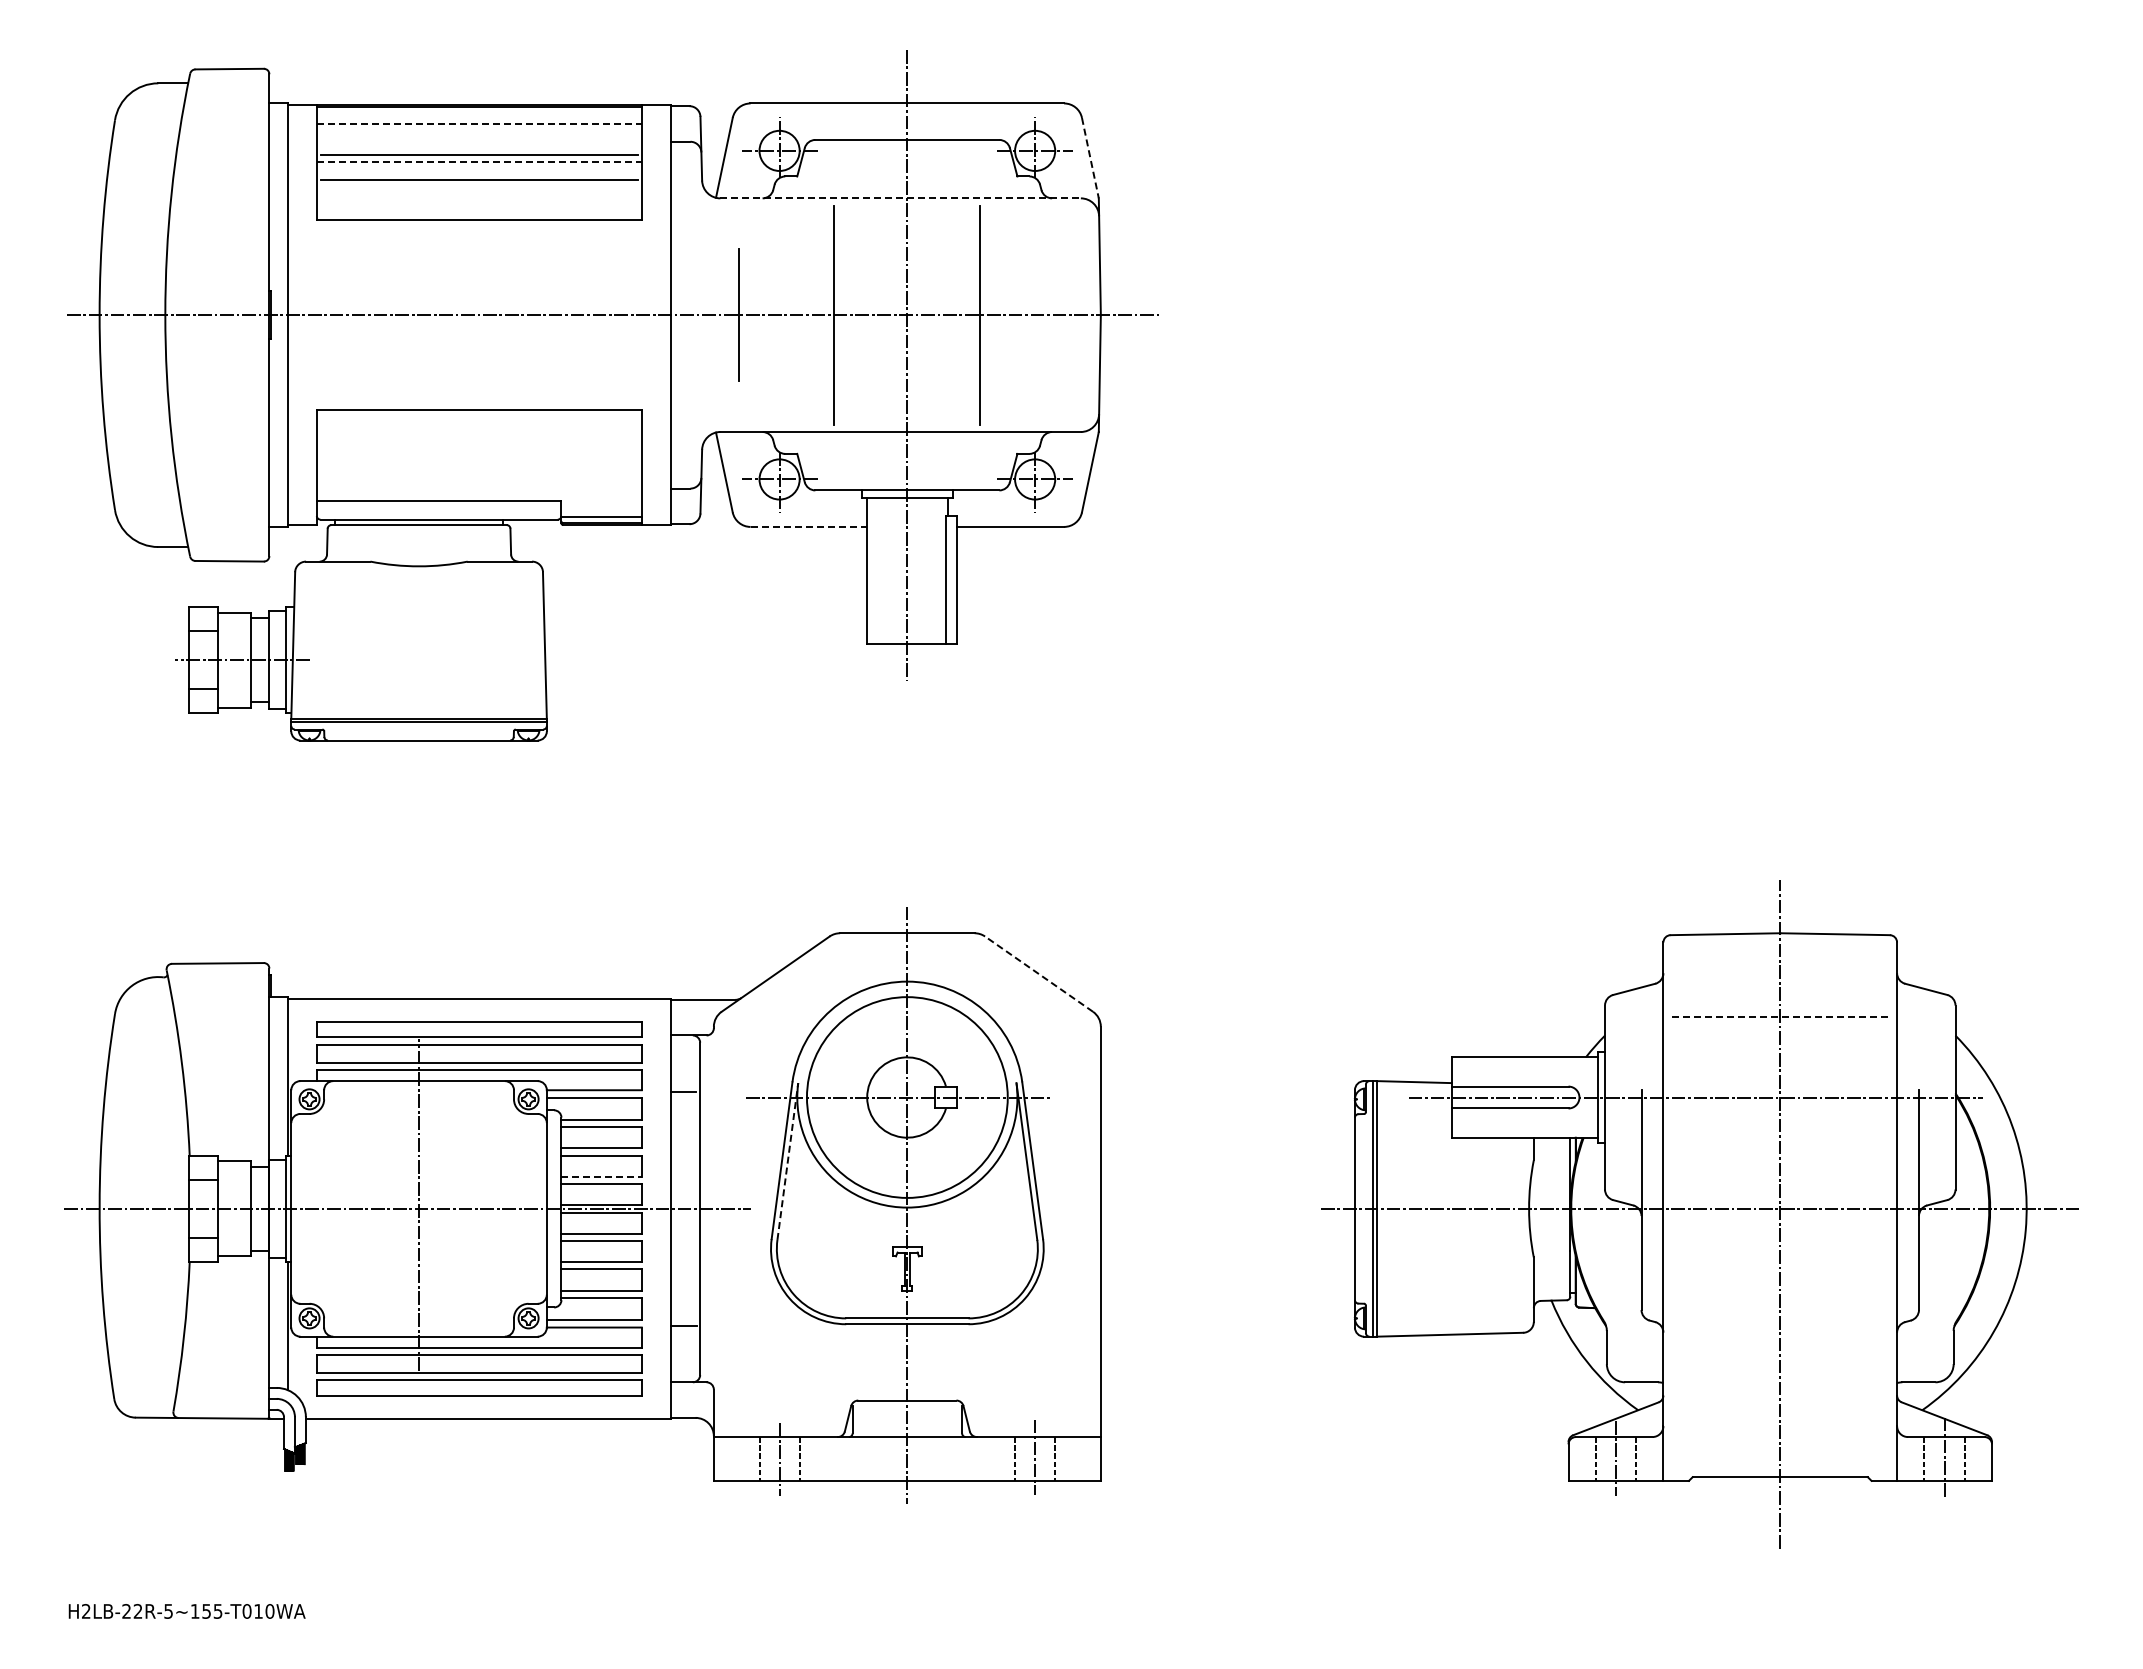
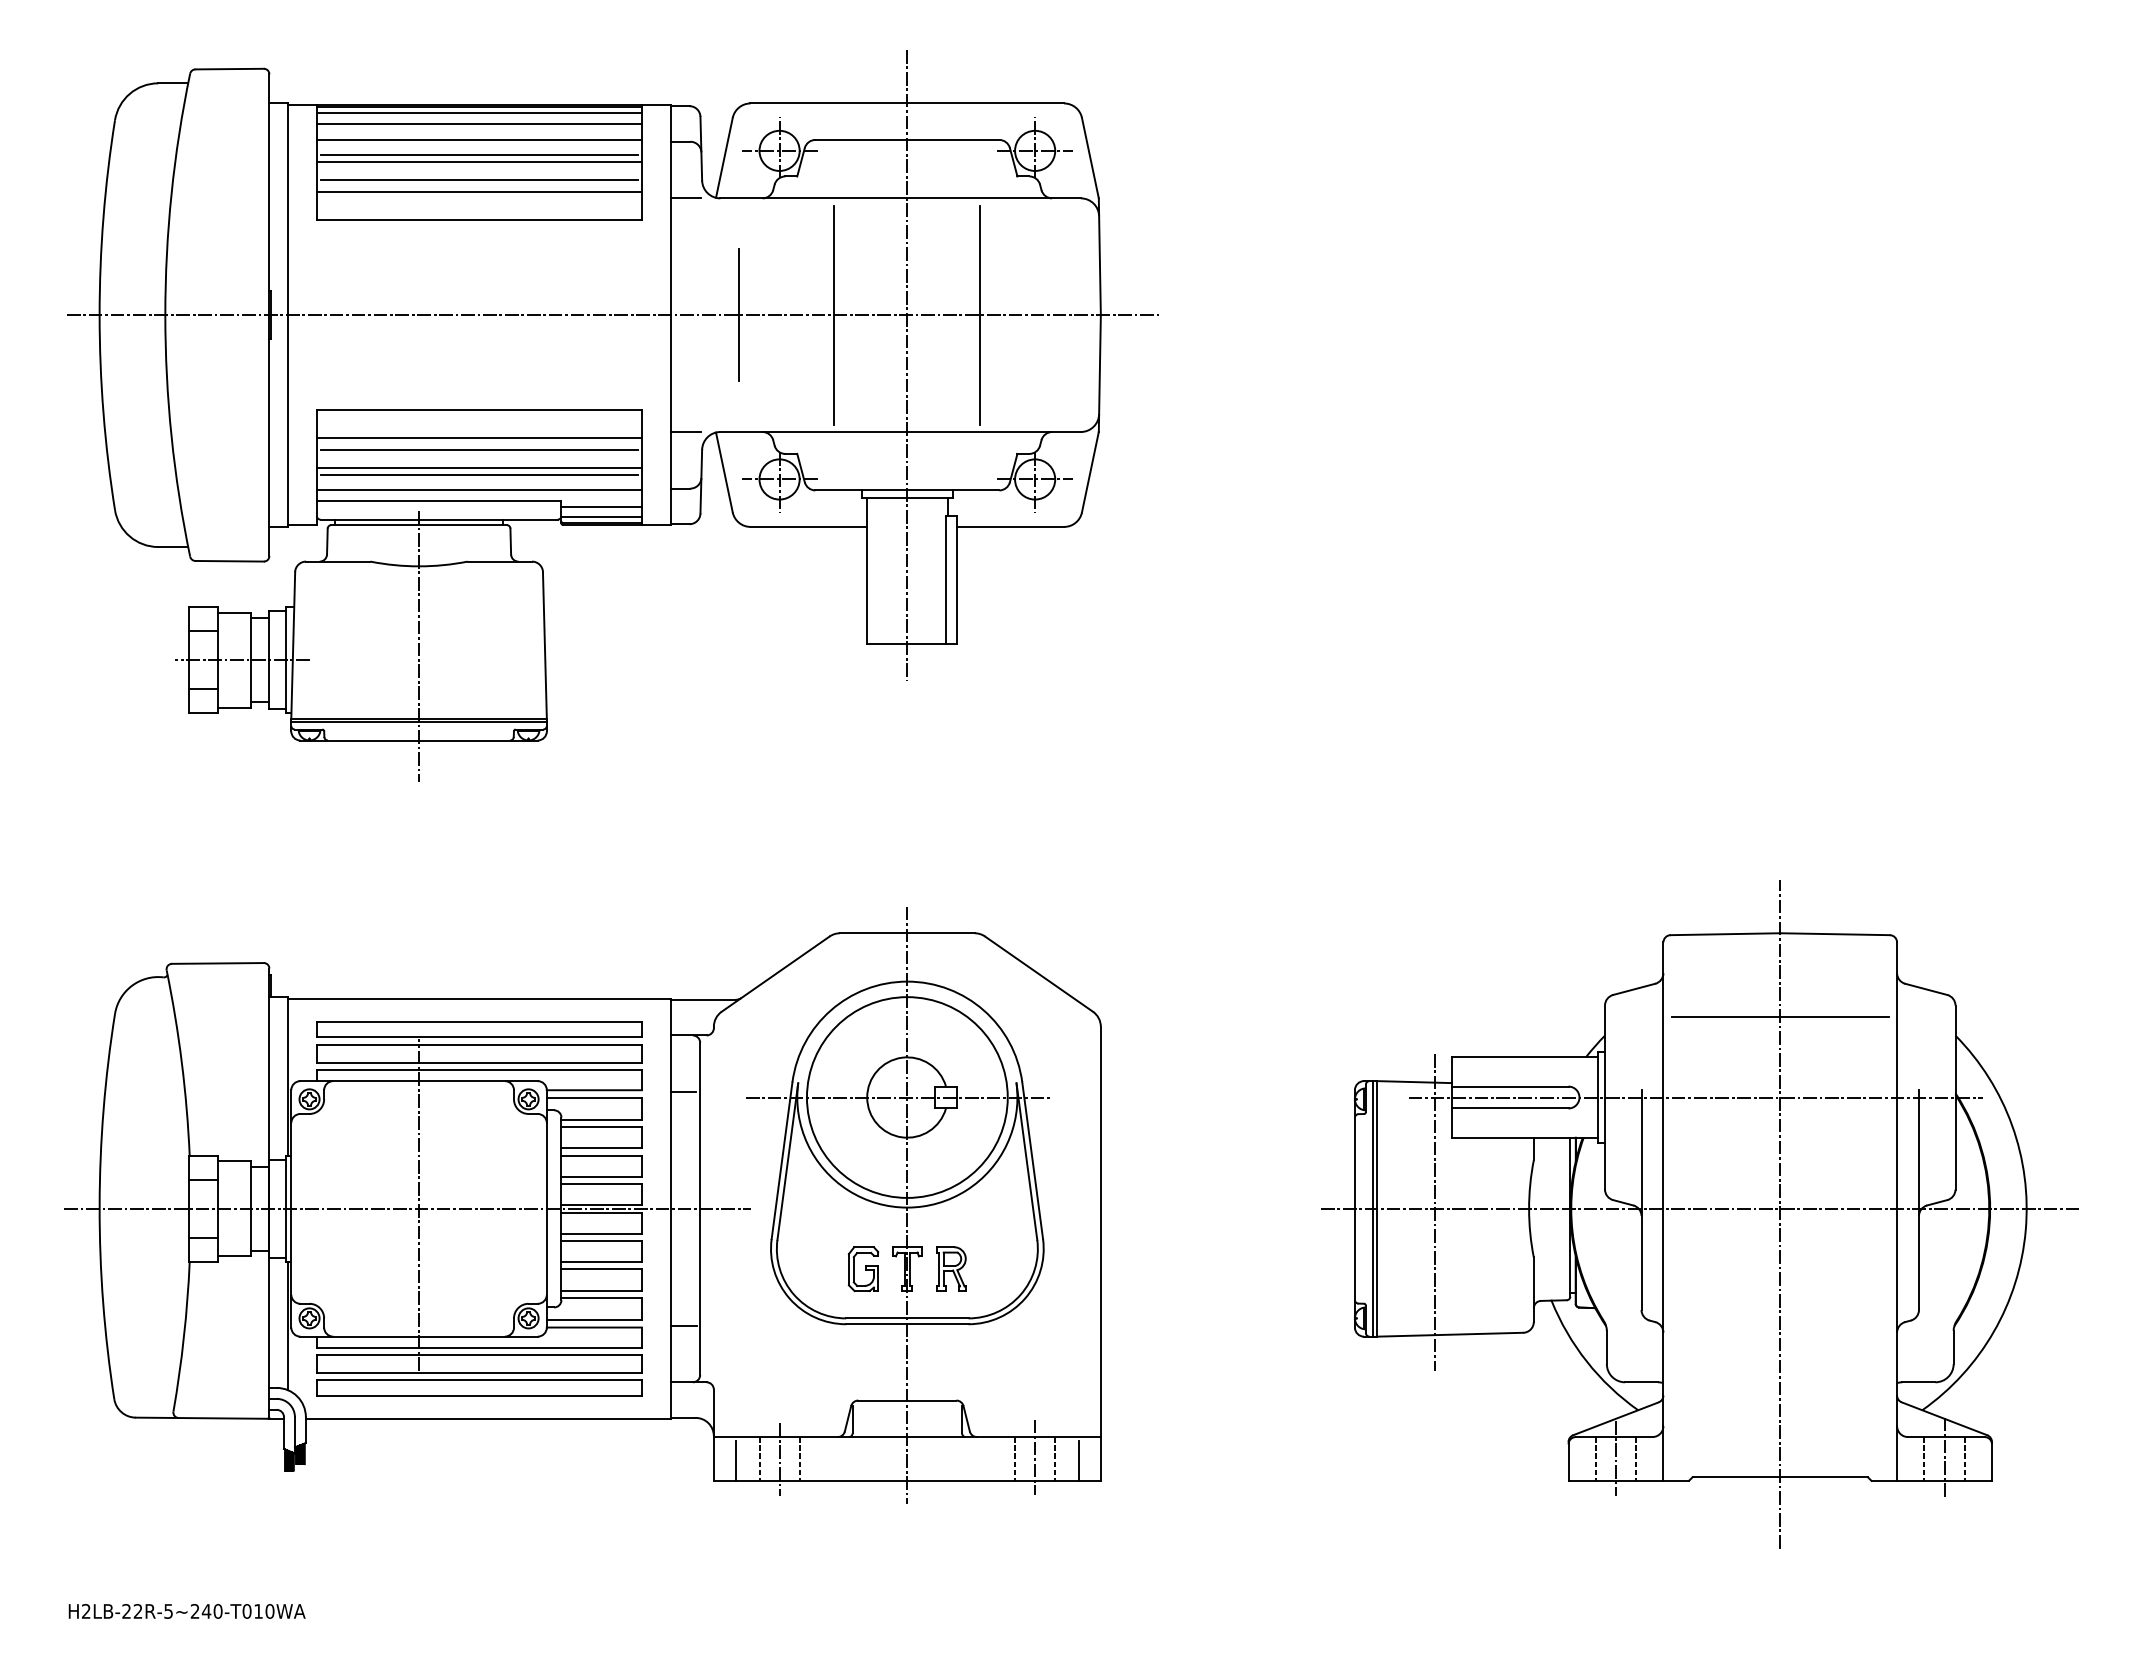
line at (478, 113): none -> present
line at (479, 123): dashed -> solid
line at (478, 140): none -> present
line at (1090, 158): dashed -> solid
line at (479, 162): dashed -> solid
line at (478, 191): none -> present
line at (685, 198): none -> present
line at (901, 198): dashed -> solid
line at (685, 432): none -> present
line at (478, 438): none -> present
line at (479, 450): none -> present
line at (478, 468): none -> present
line at (479, 475): none -> present
line at (478, 490): none -> present
line at (601, 506): none -> present
line at (809, 526): dashed -> solid
line at (419, 646): none -> present
line at (1039, 974): dashed -> solid
line at (1780, 1017): dashed -> solid
line at (787, 1161): dashed -> solid
line at (602, 1176): dashed -> solid
line at (1435, 1211): none -> present
part at (951, 1268): none -> present
part at (863, 1269): none -> present
line at (735, 1460): none -> present
line at (1078, 1460): none -> present
text at (206, 1611): H2LB-22R-5~155-T010WA -> H2LB-22R-5~240-T010WA
